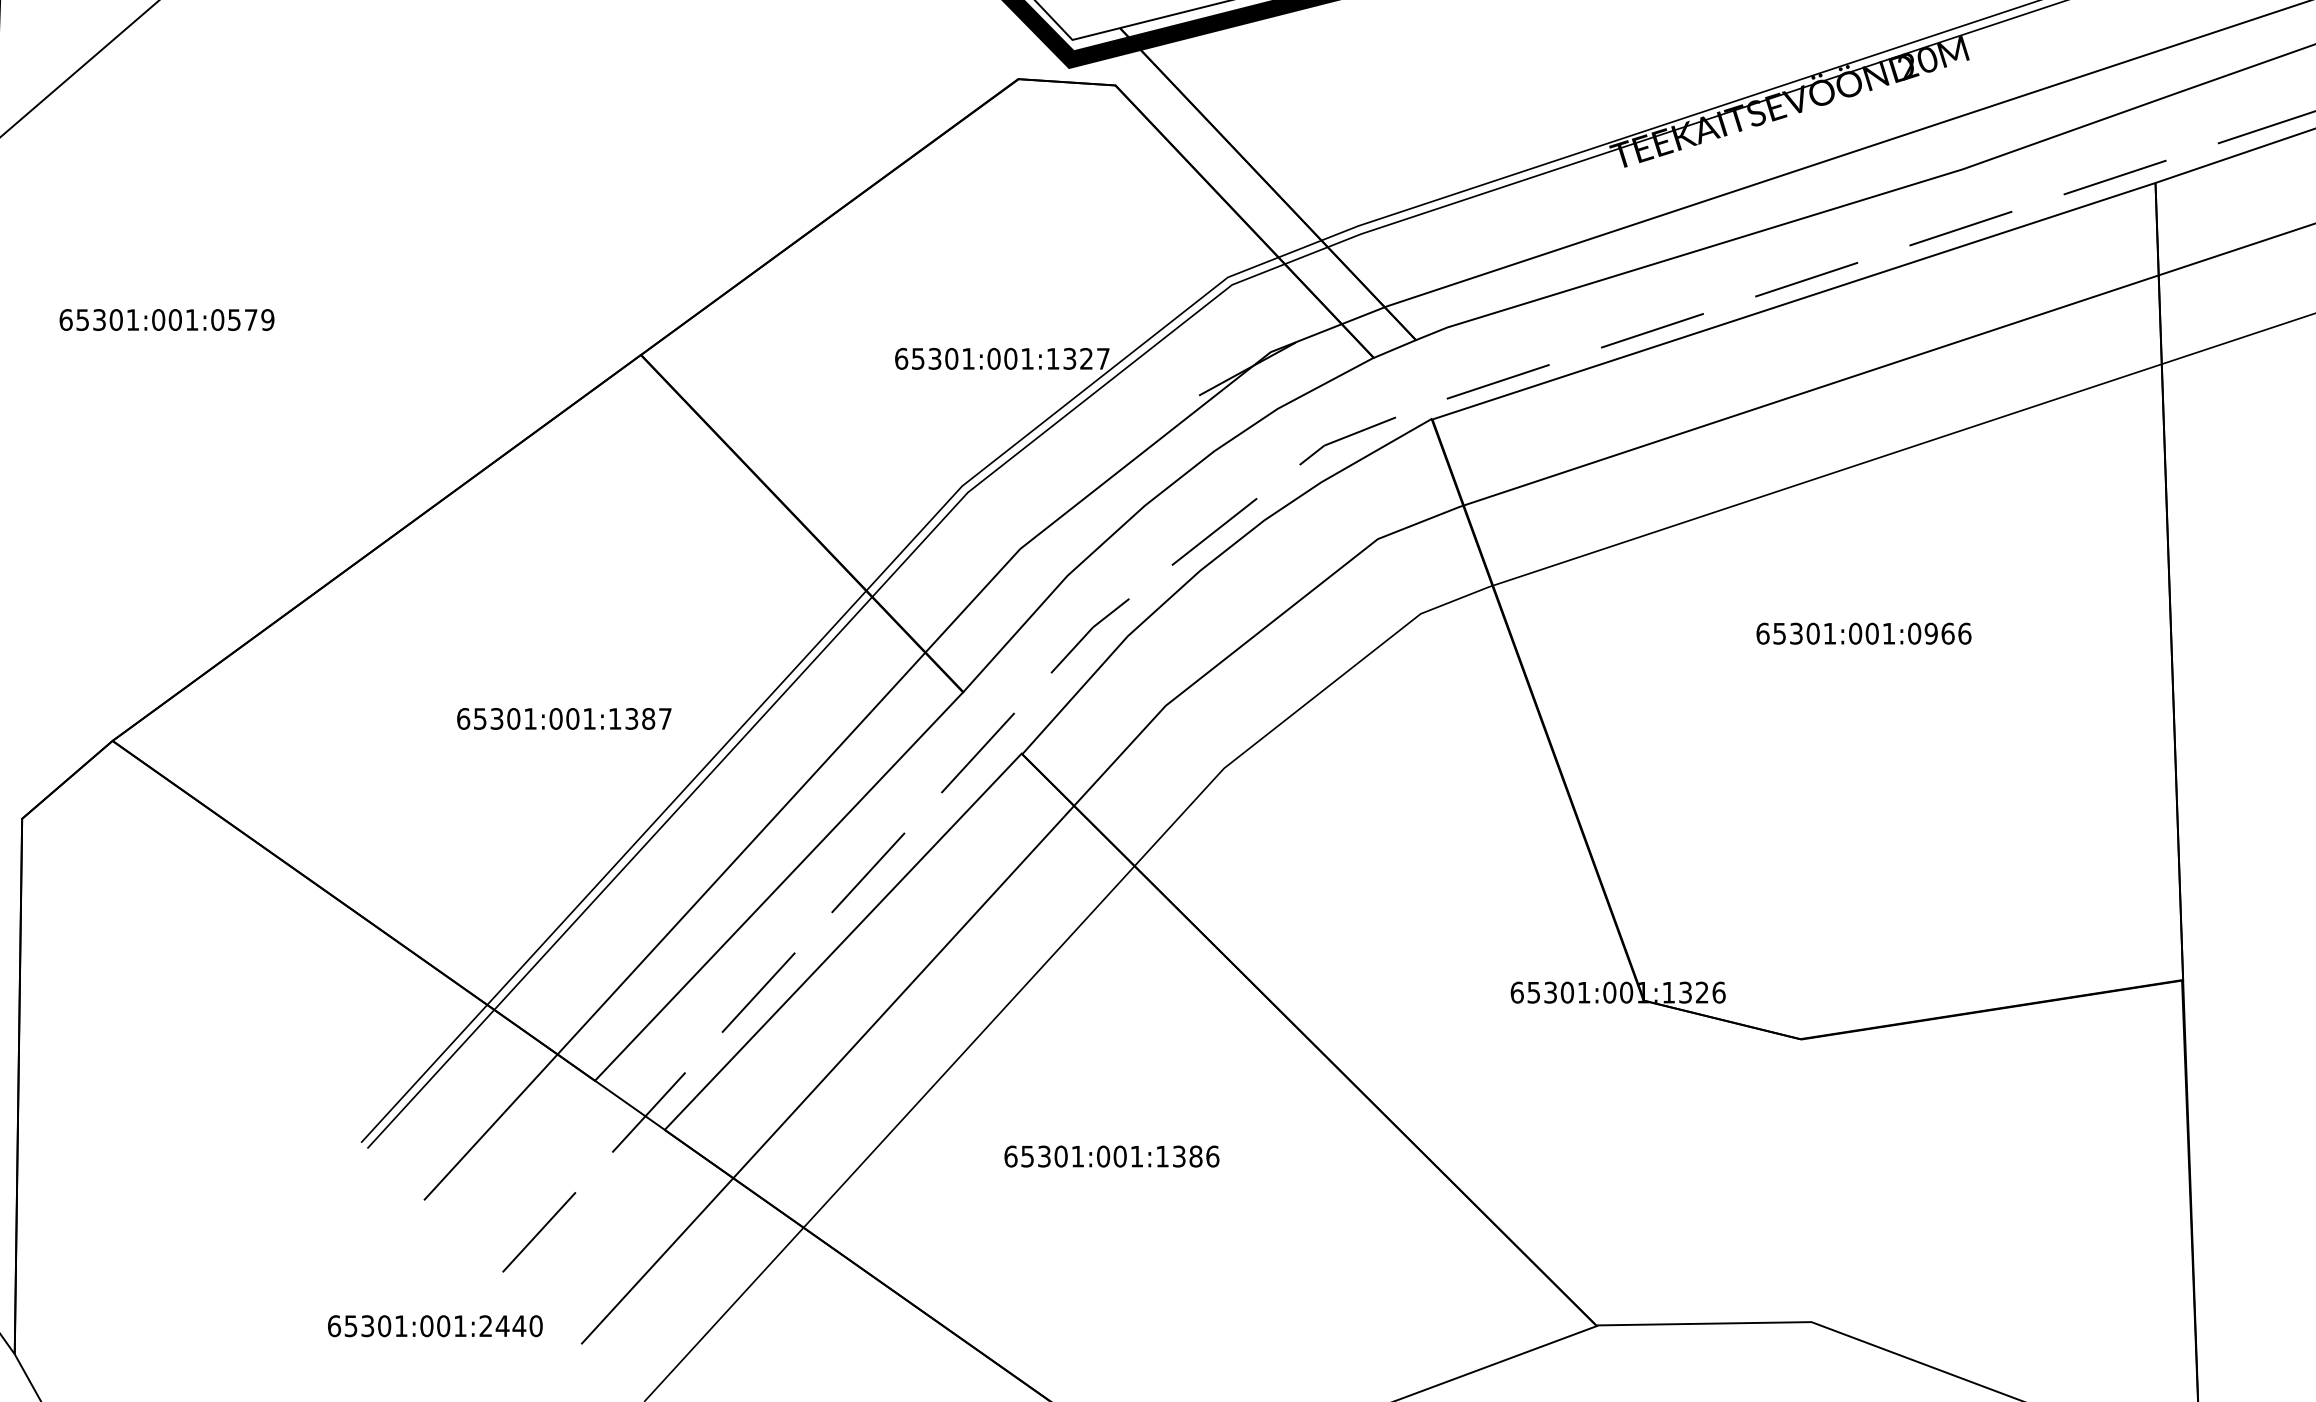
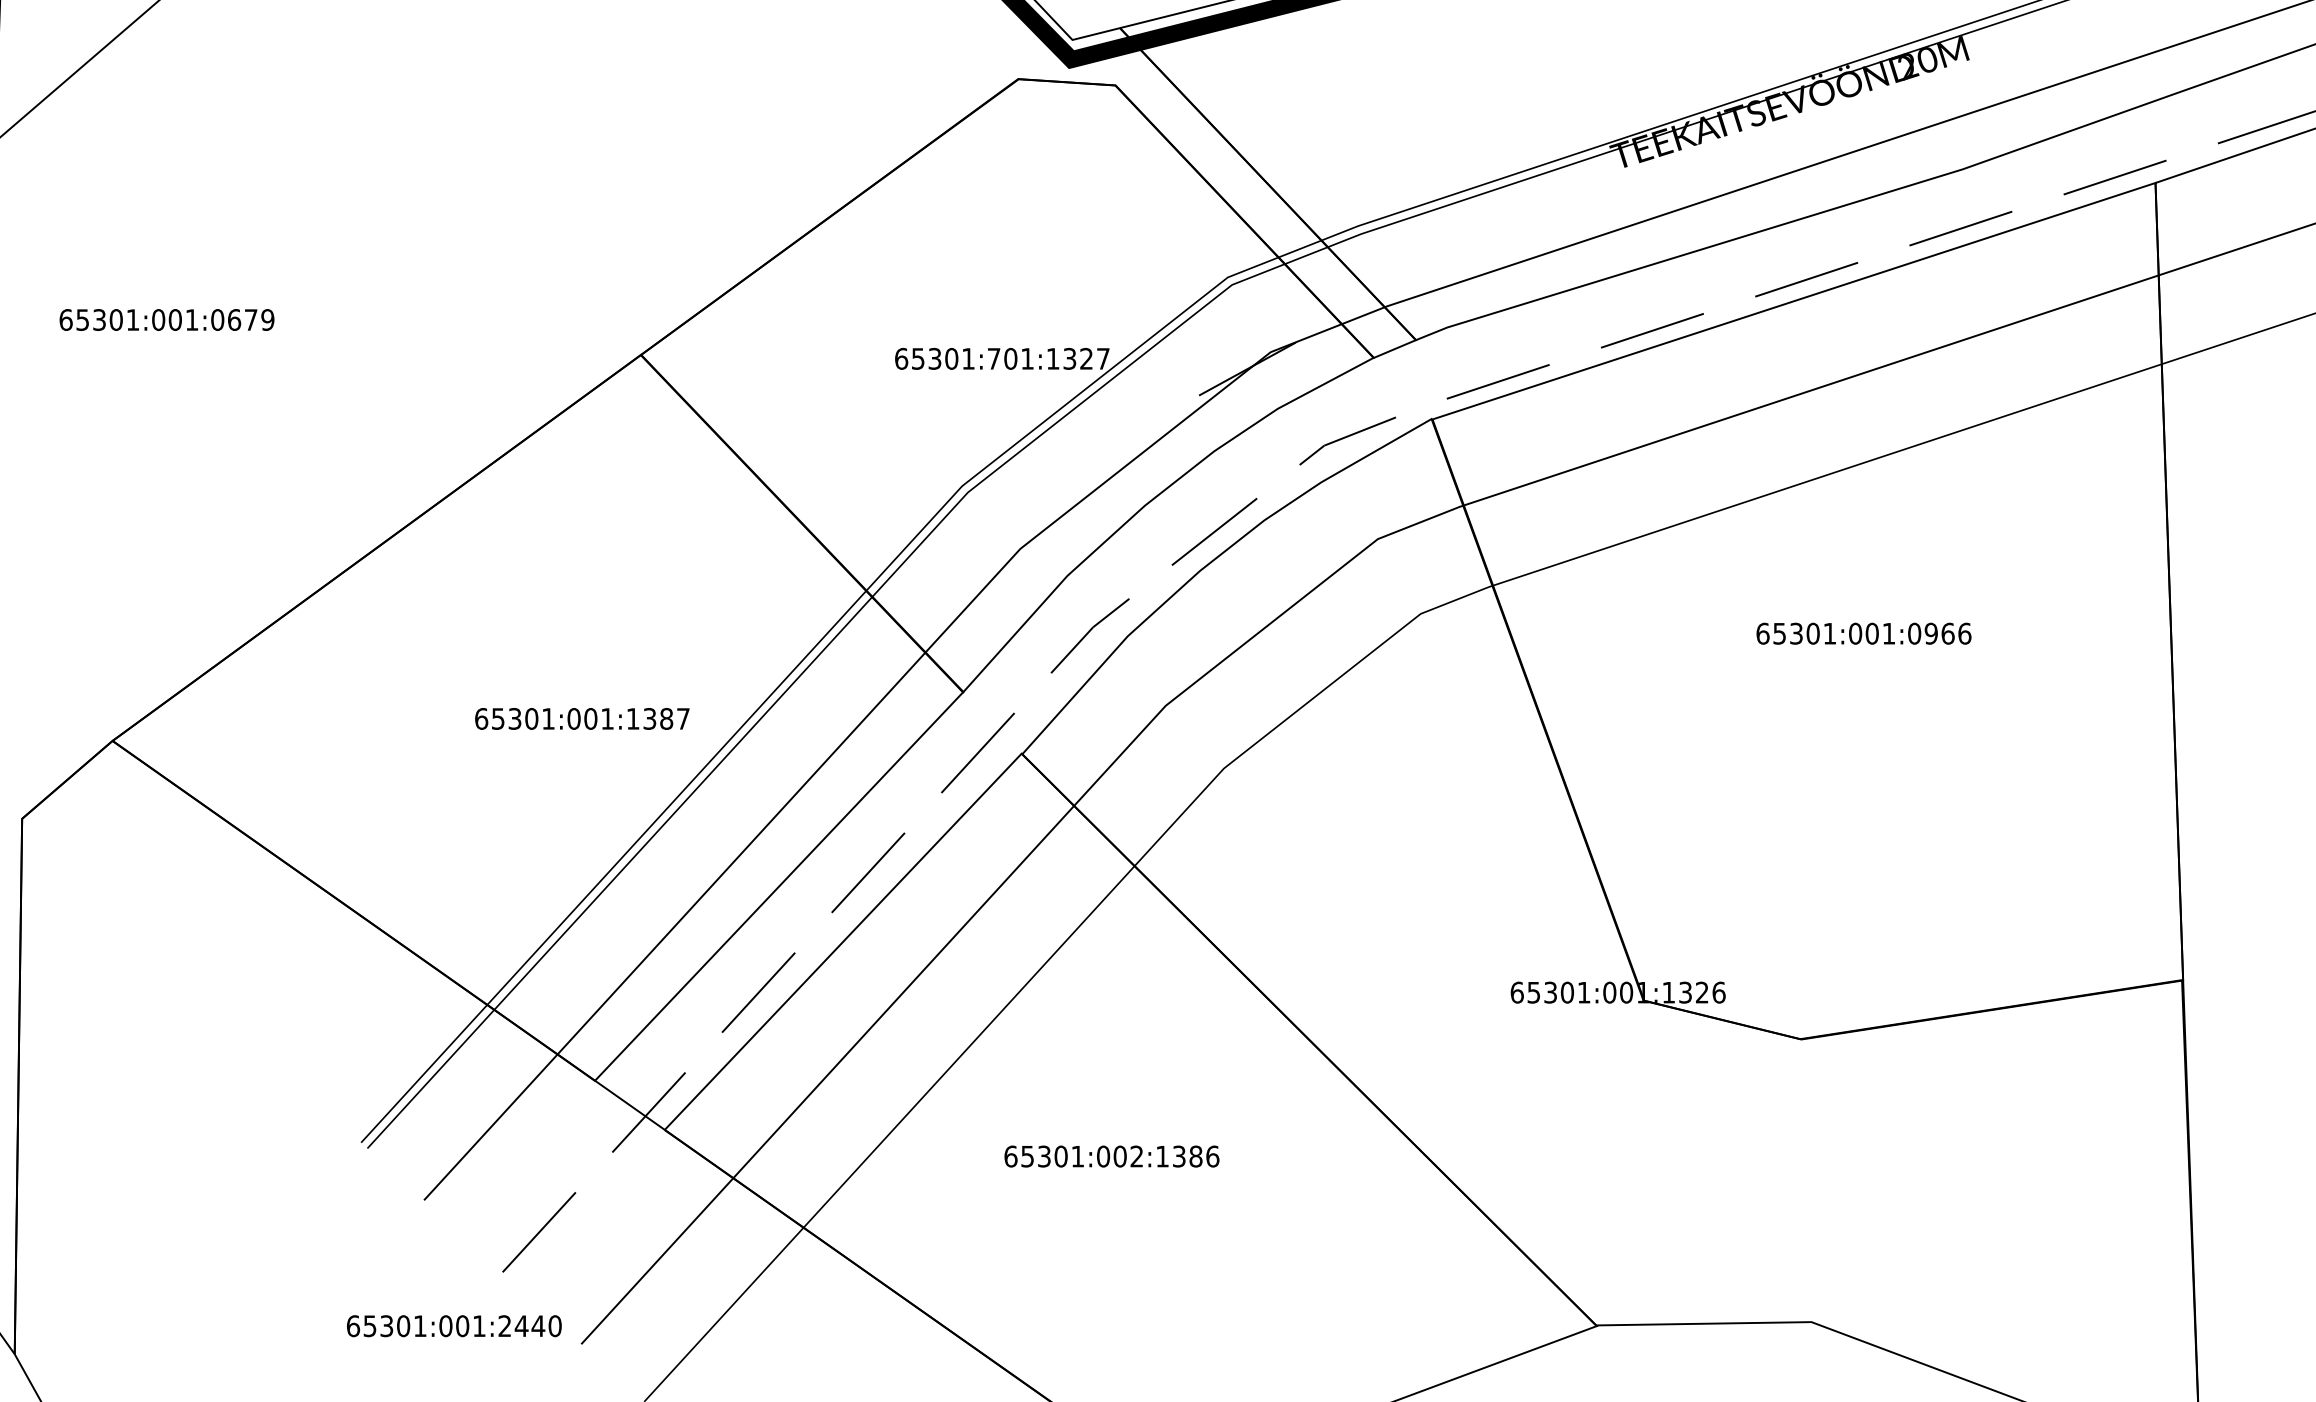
text at (234, 319): 65301:001:0579 -> 65301:001:0679
text at (993, 358): 65301:001:1327 -> 65301:701:1327
text at (564, 718) position: (564, 718) -> (582, 718)
text at (1136, 1156): 65301:001:1386 -> 65301:002:1386
text at (435, 1326) position: (435, 1326) -> (454, 1326)
